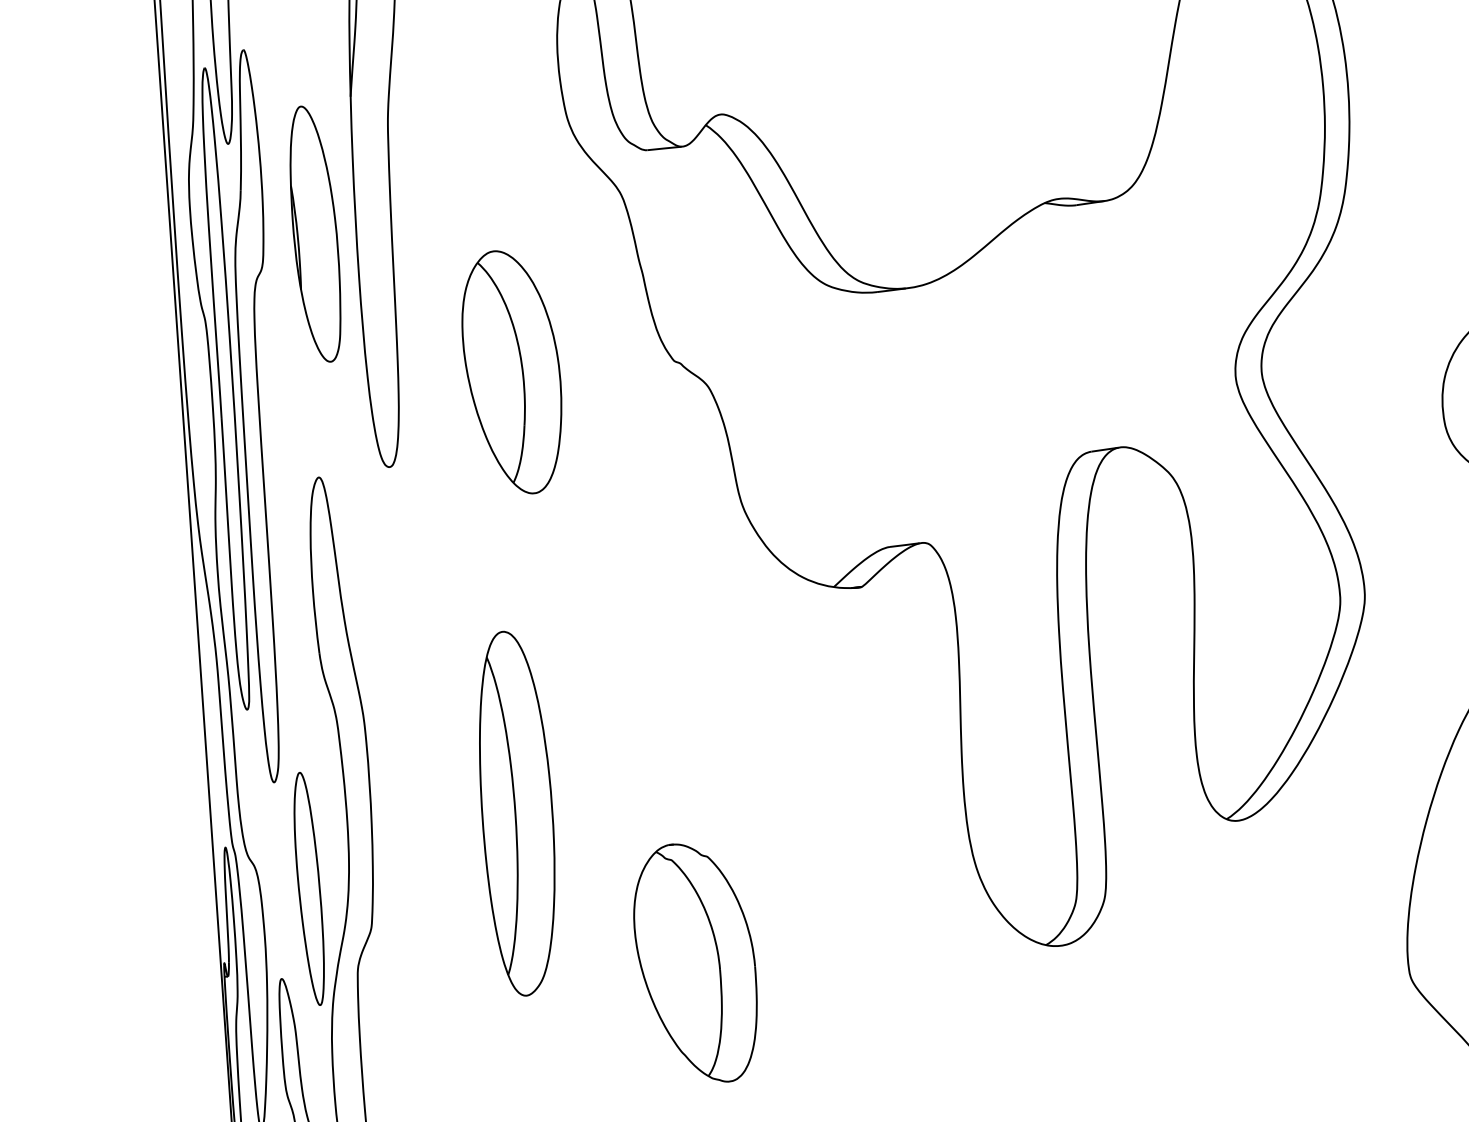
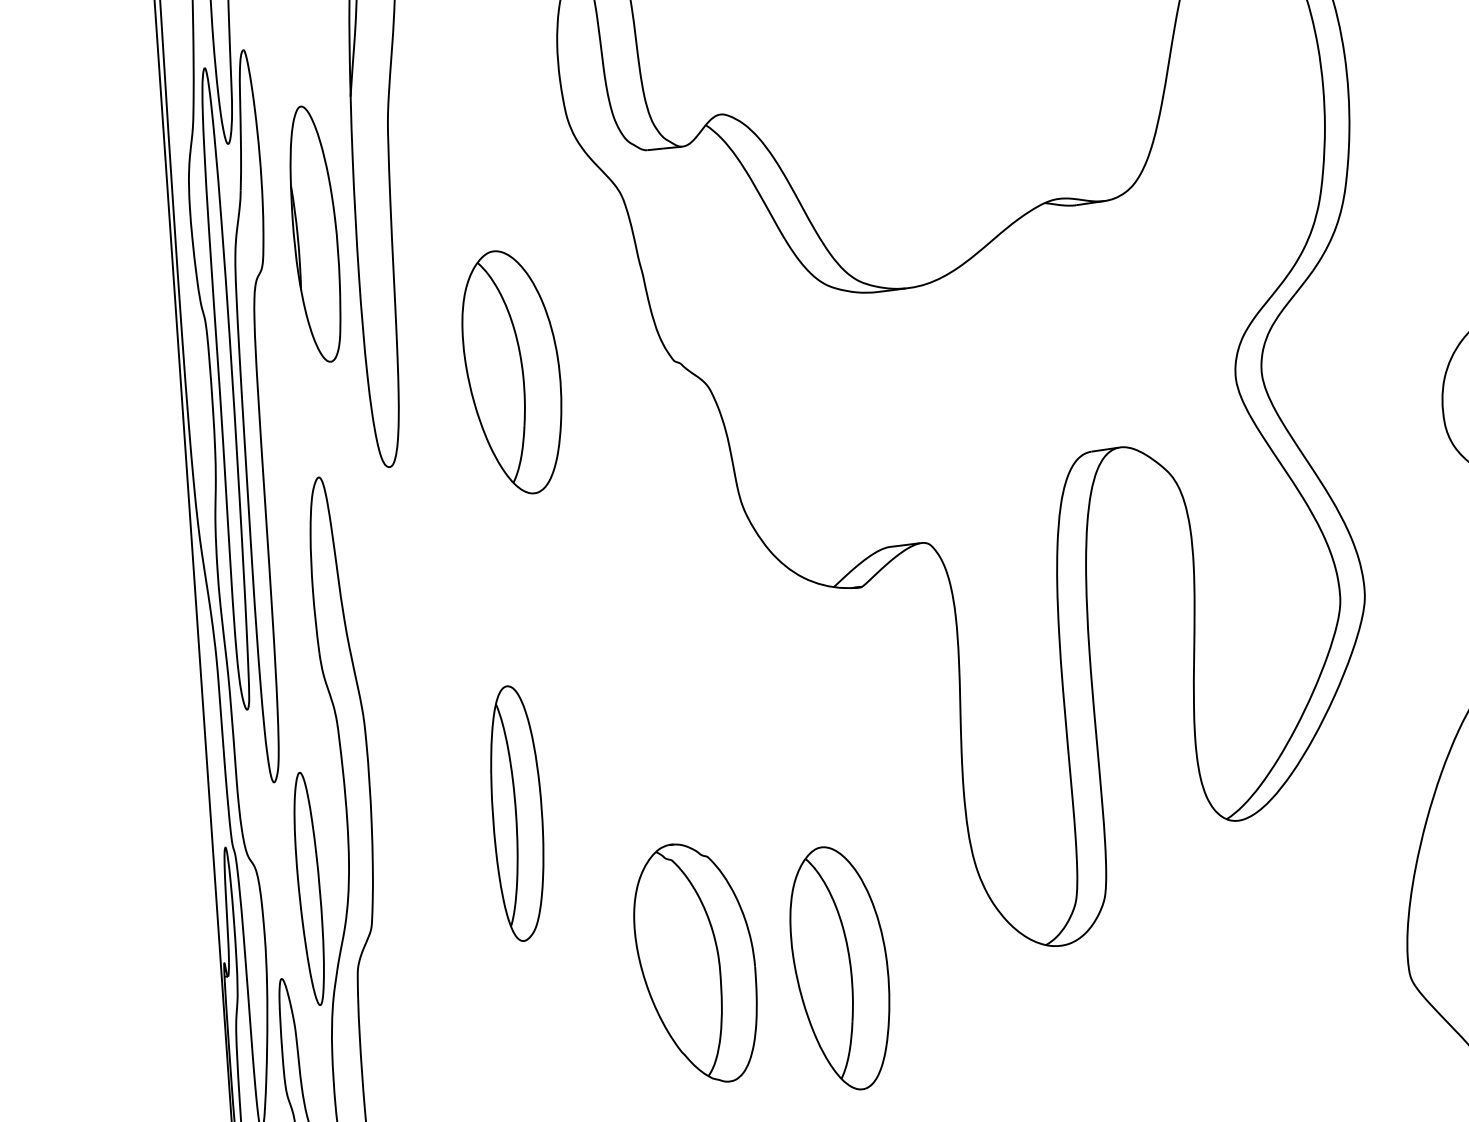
part at (517, 813) size: 77x367 px -> 55x257 px
part at (839, 968): none -> present
